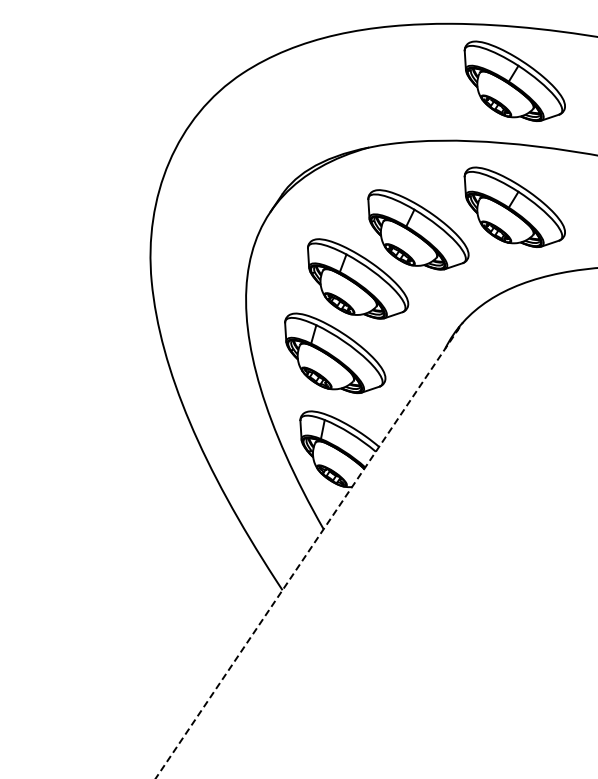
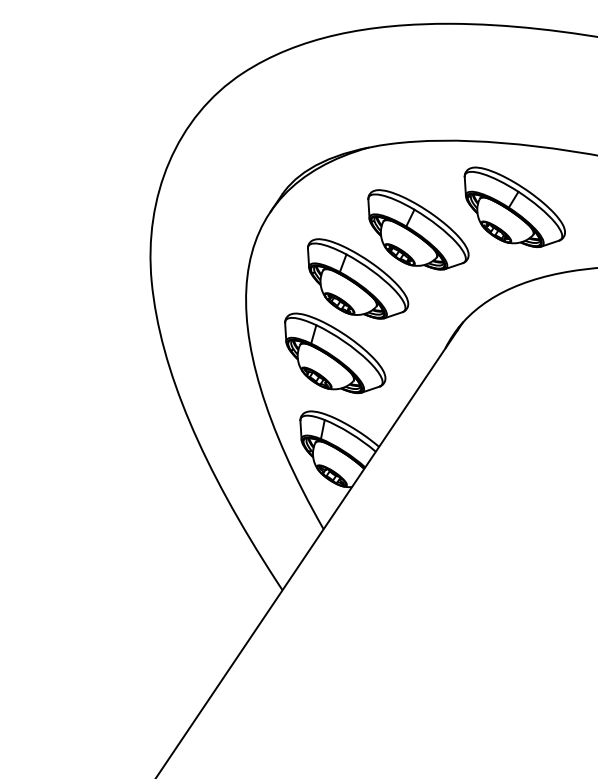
part at (514, 80): present -> none
line at (309, 550): dashed -> solid
